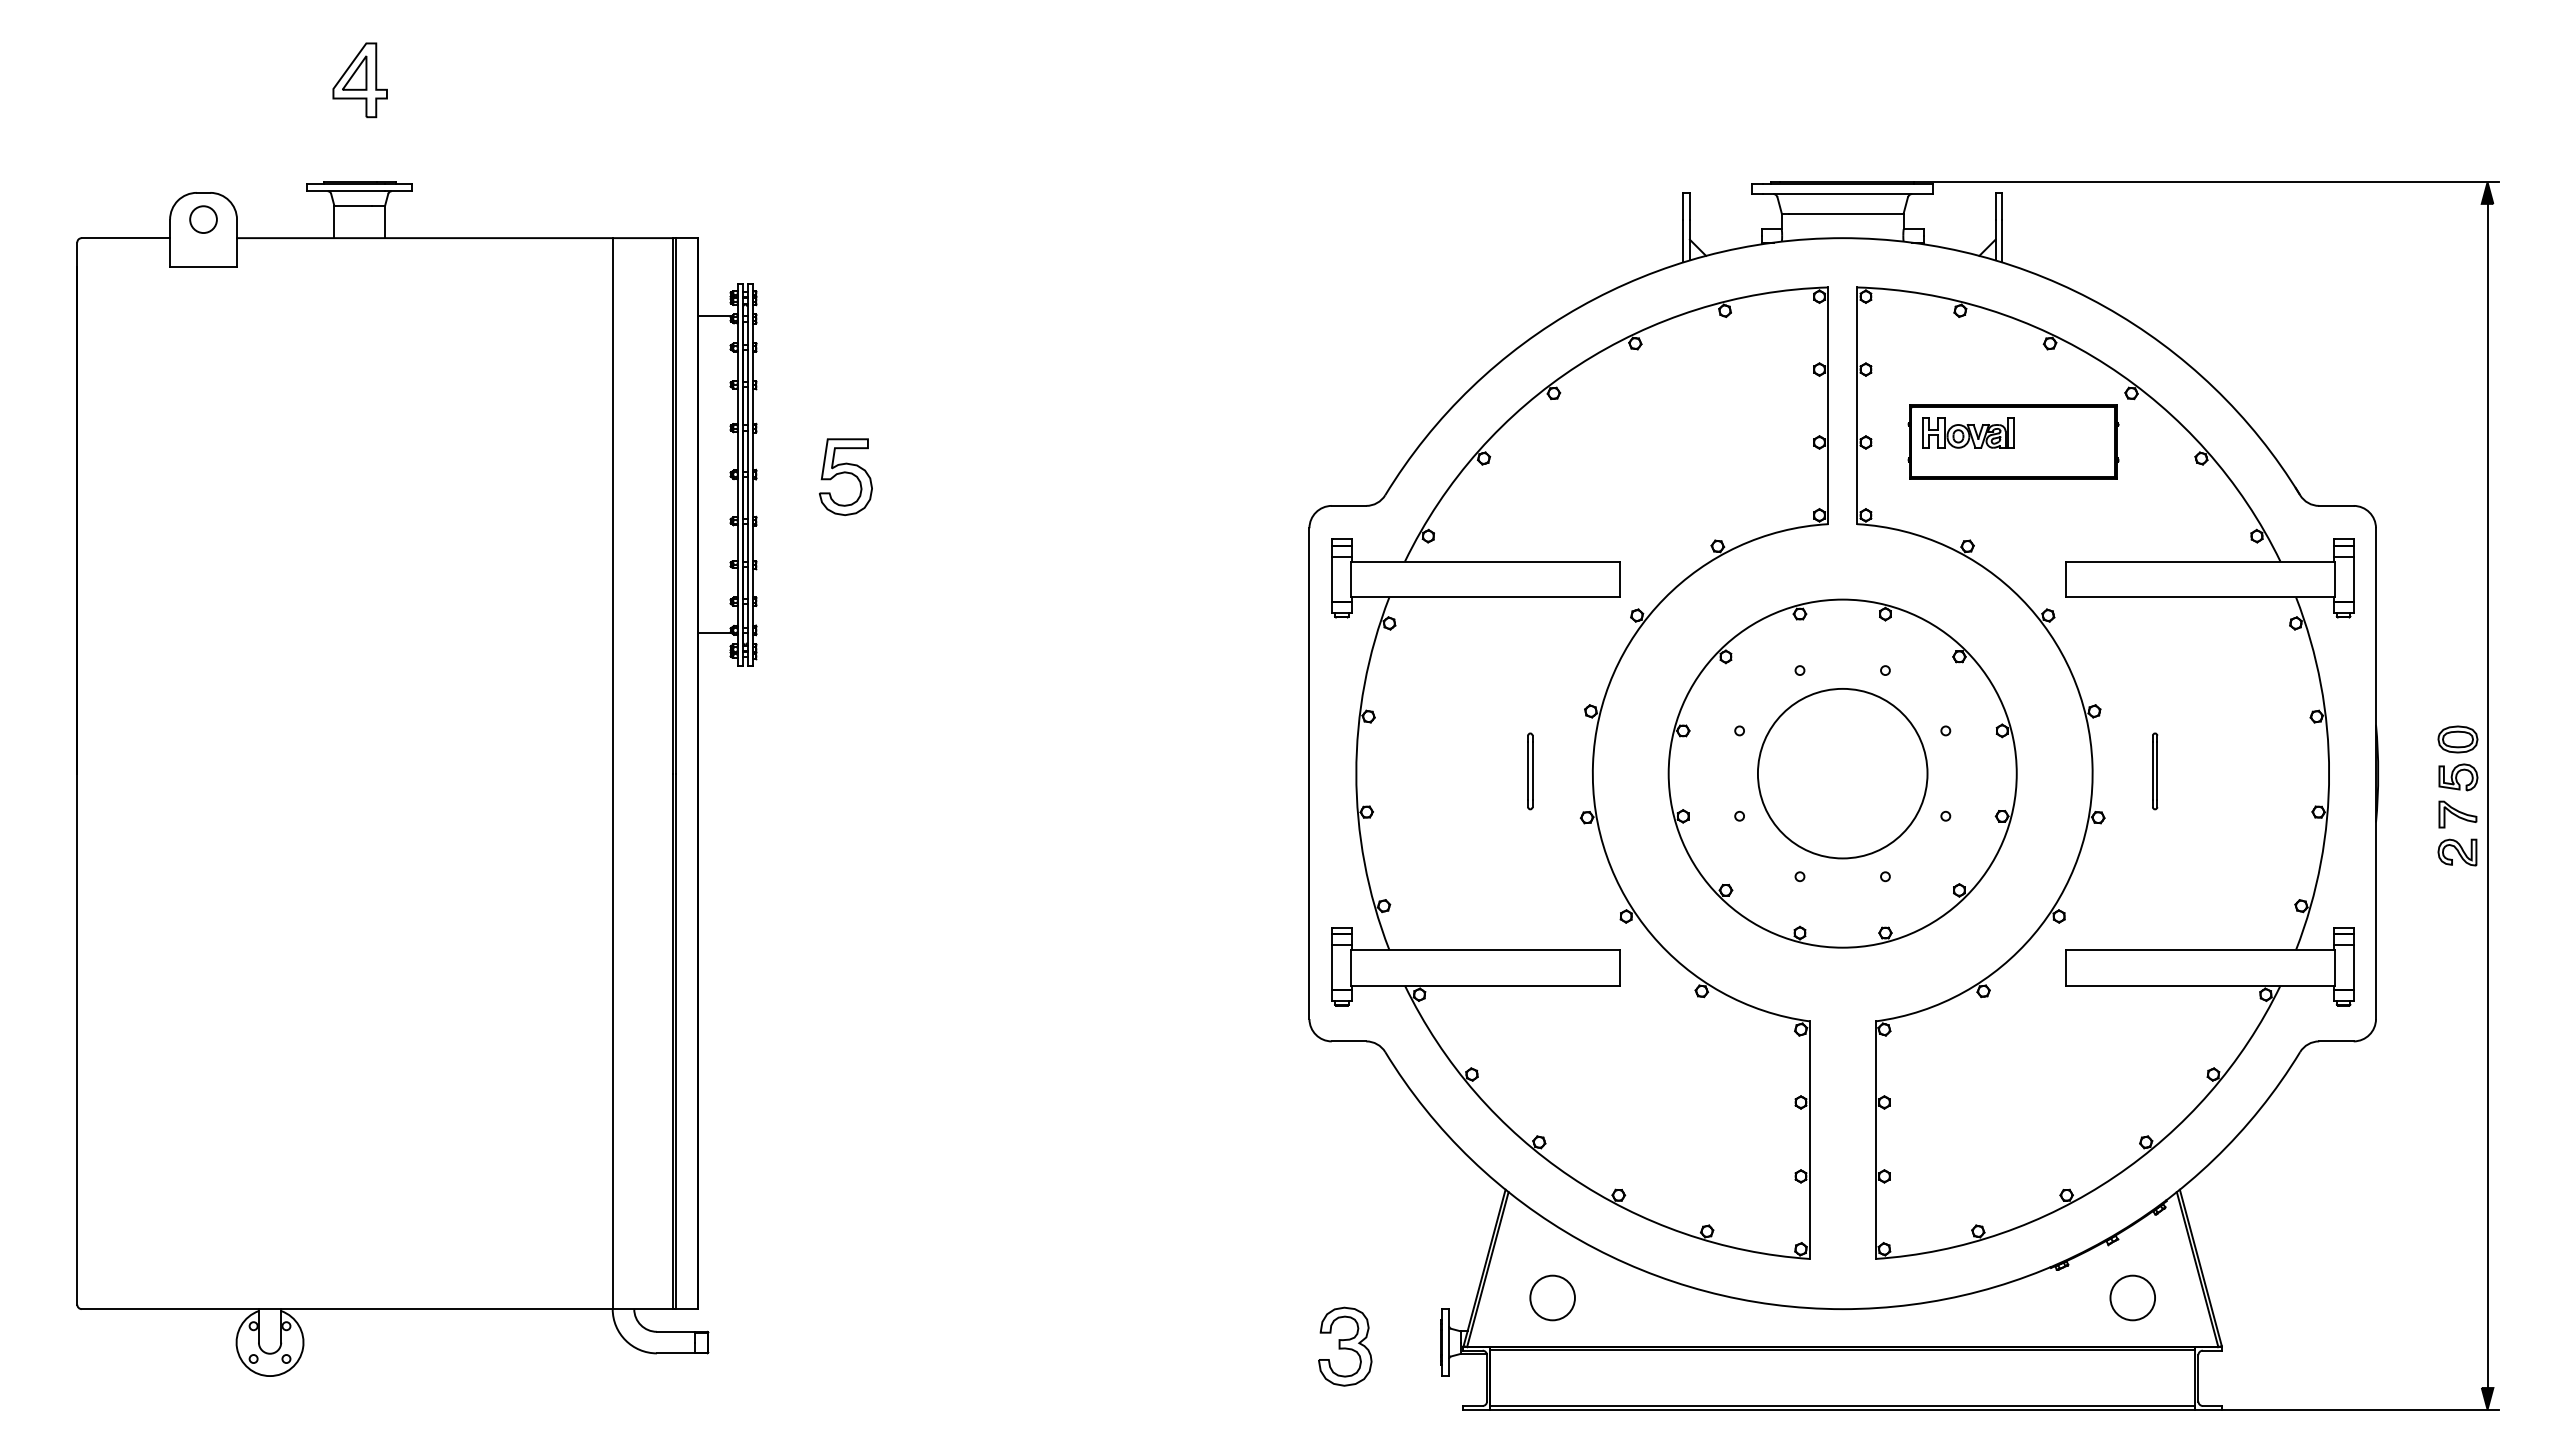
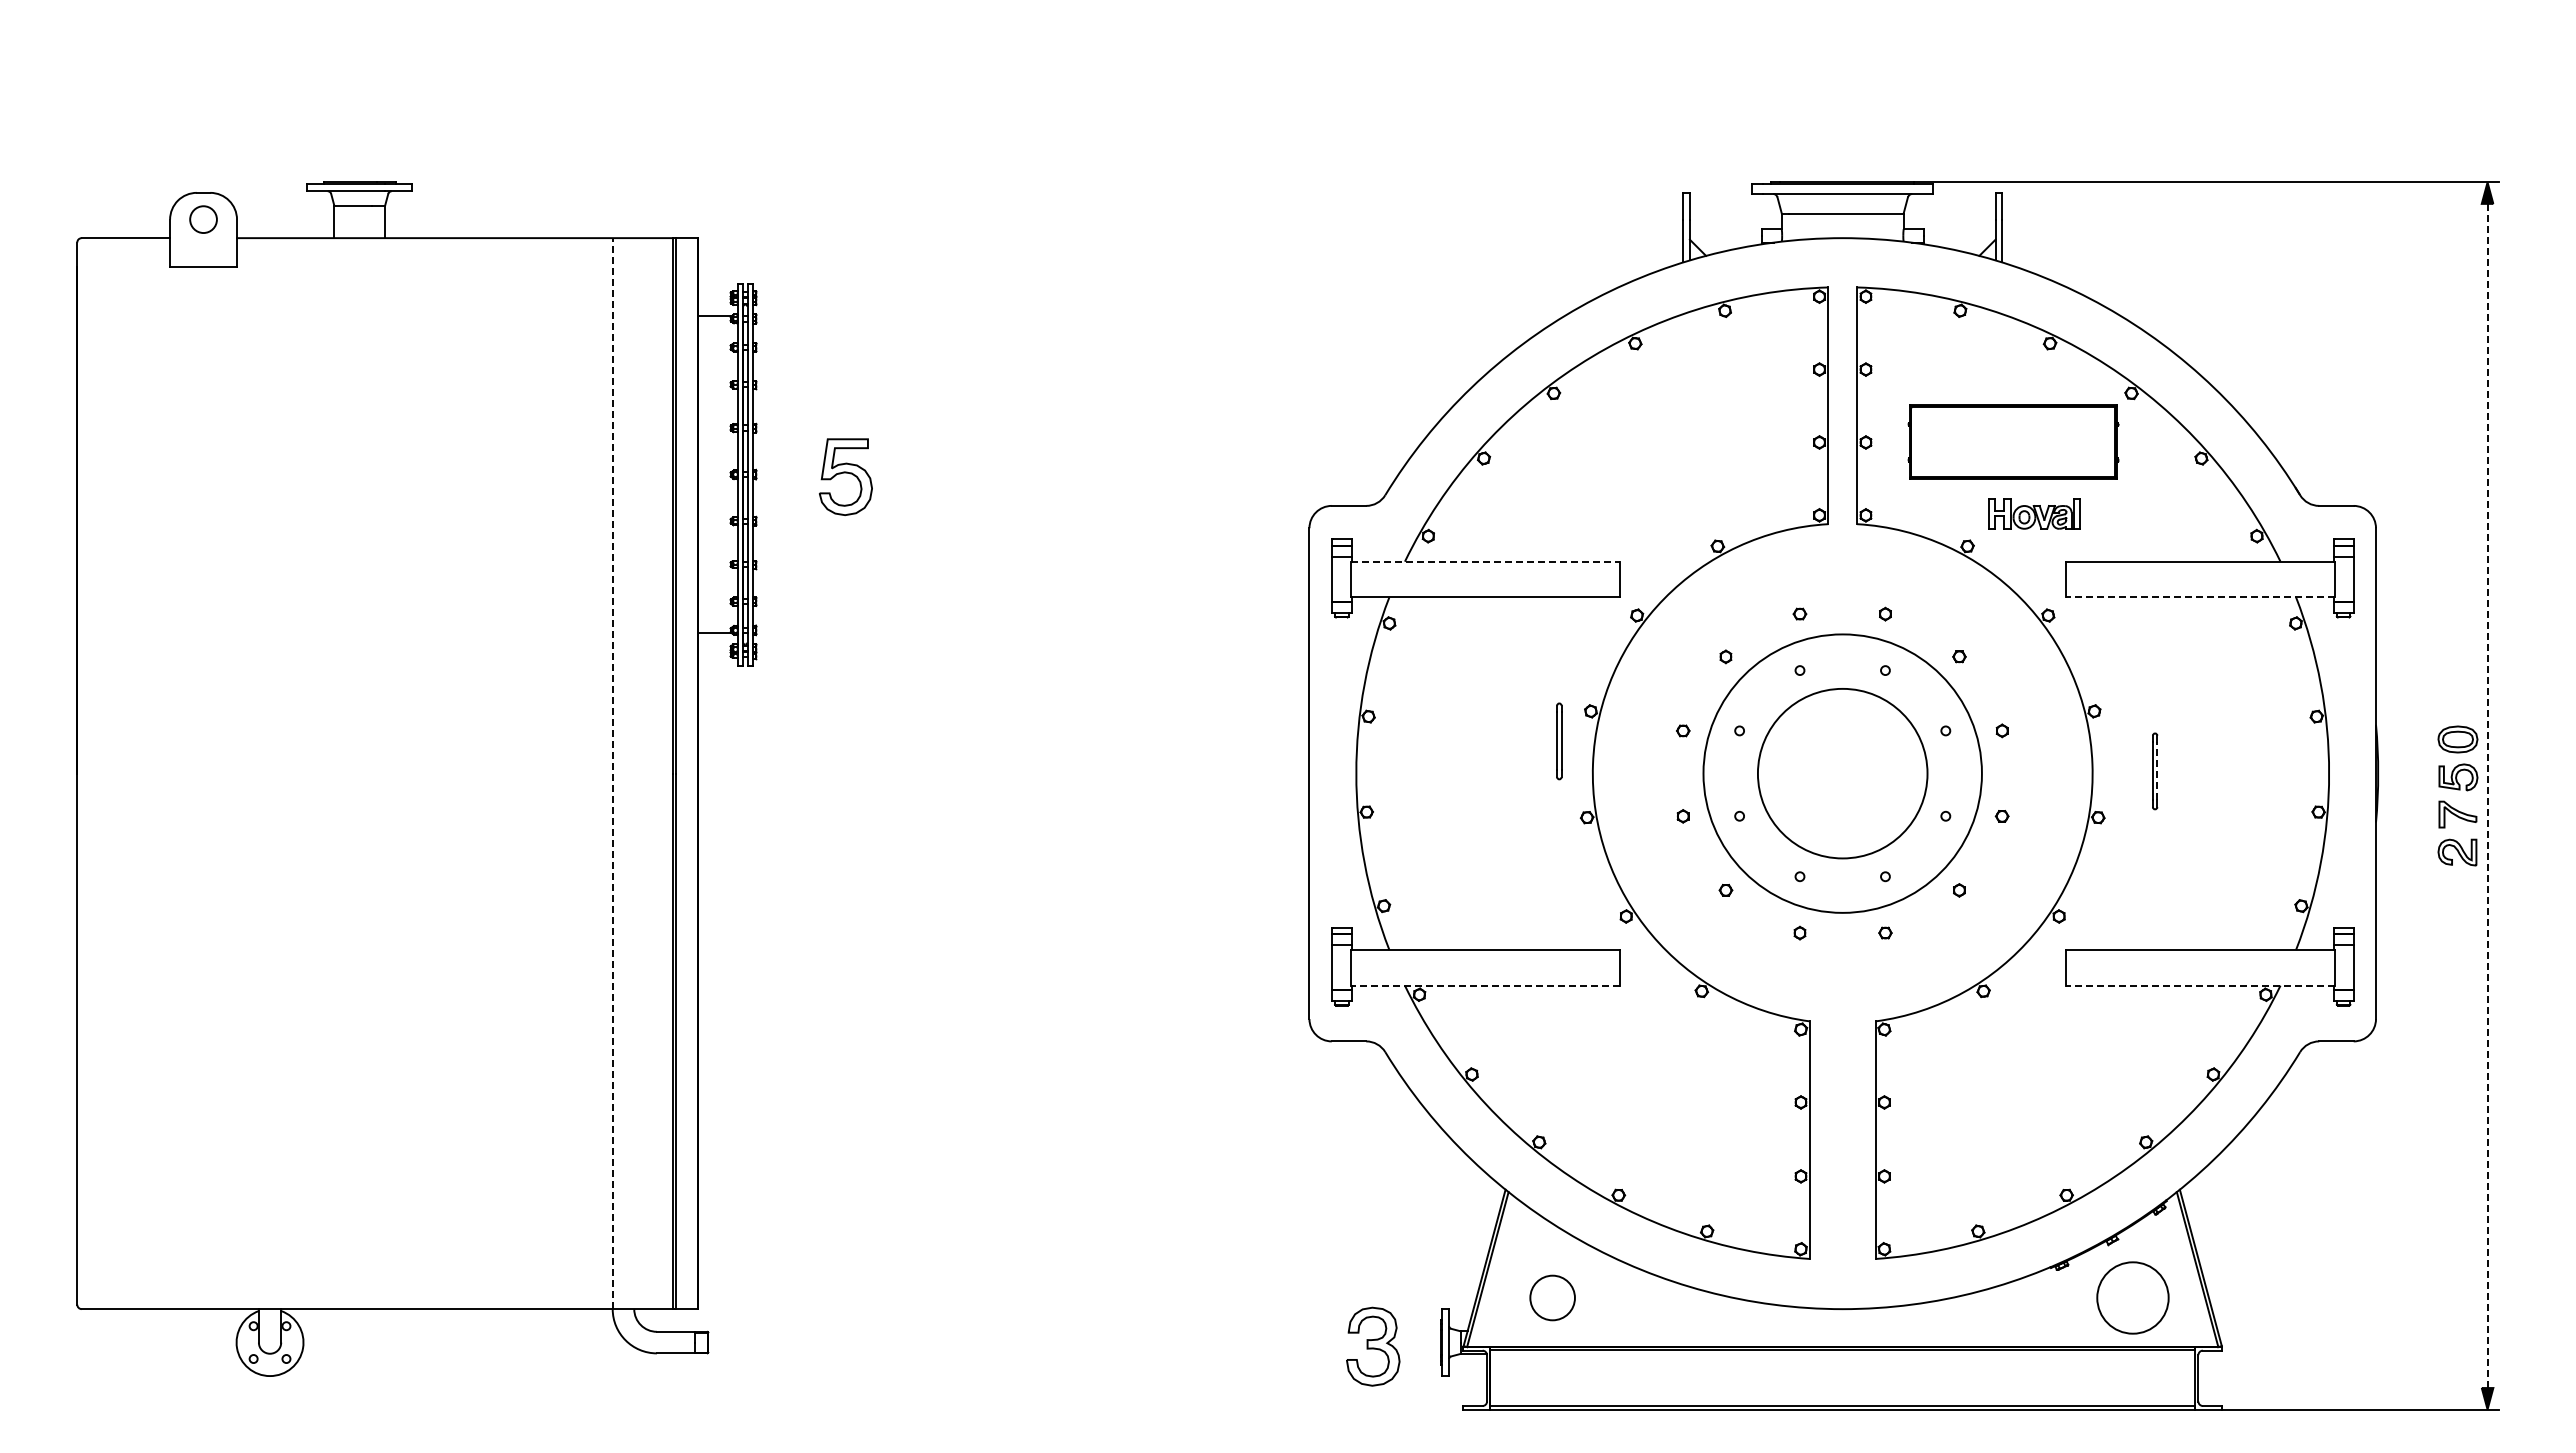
part at (359, 80): present -> none
part at (1968, 432) position: (1968, 432) -> (2034, 513)
line at (1485, 561): solid -> dashed
line at (2199, 597): solid -> dashed
line at (2157, 770): solid -> dashed
part at (1530, 771) position: (1530, 771) -> (1559, 741)
line at (612, 773): solid -> dashed
circle at (1842, 773) diameter: 348 px -> 278 px
line at (2487, 795): solid -> dashed
line at (1484, 985): solid -> dashed
line at (2199, 985): solid -> dashed
circle at (2132, 1297) size: 47x48 px -> 74x74 px
part at (1345, 1346) position: (1345, 1346) -> (1373, 1346)
